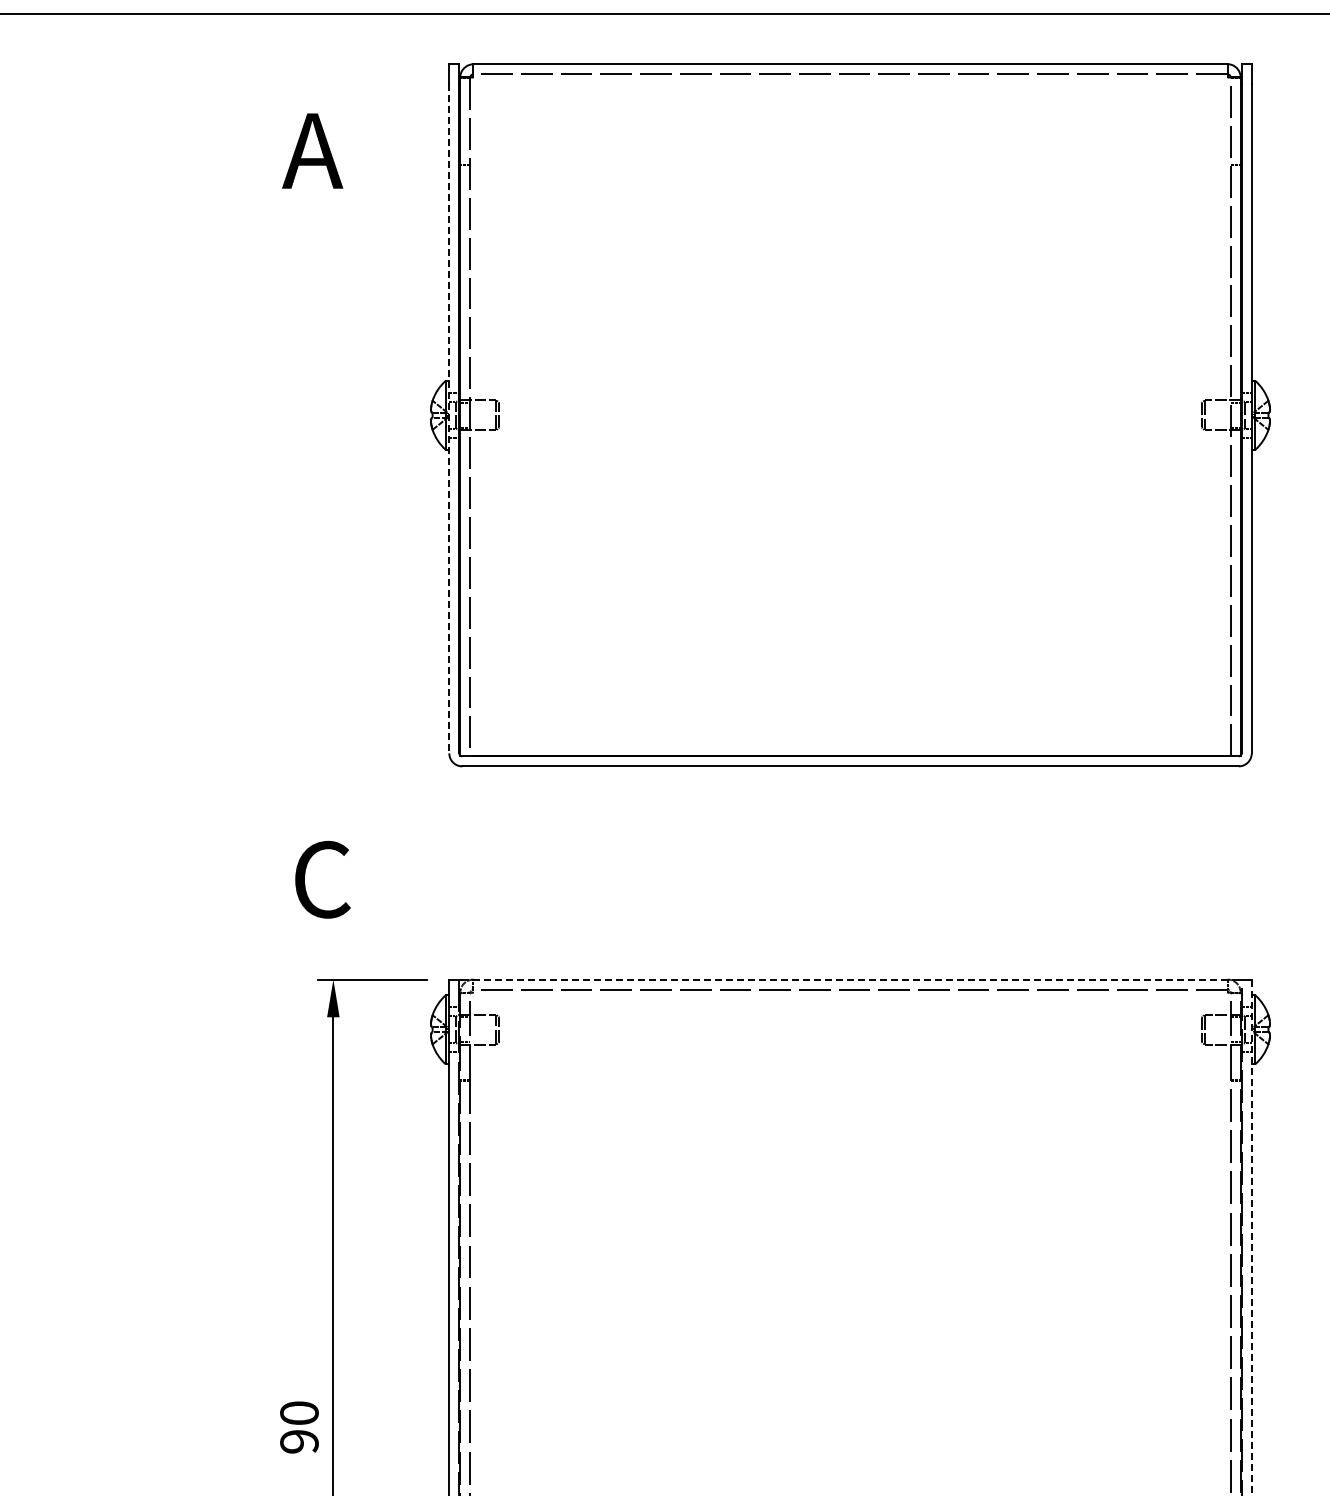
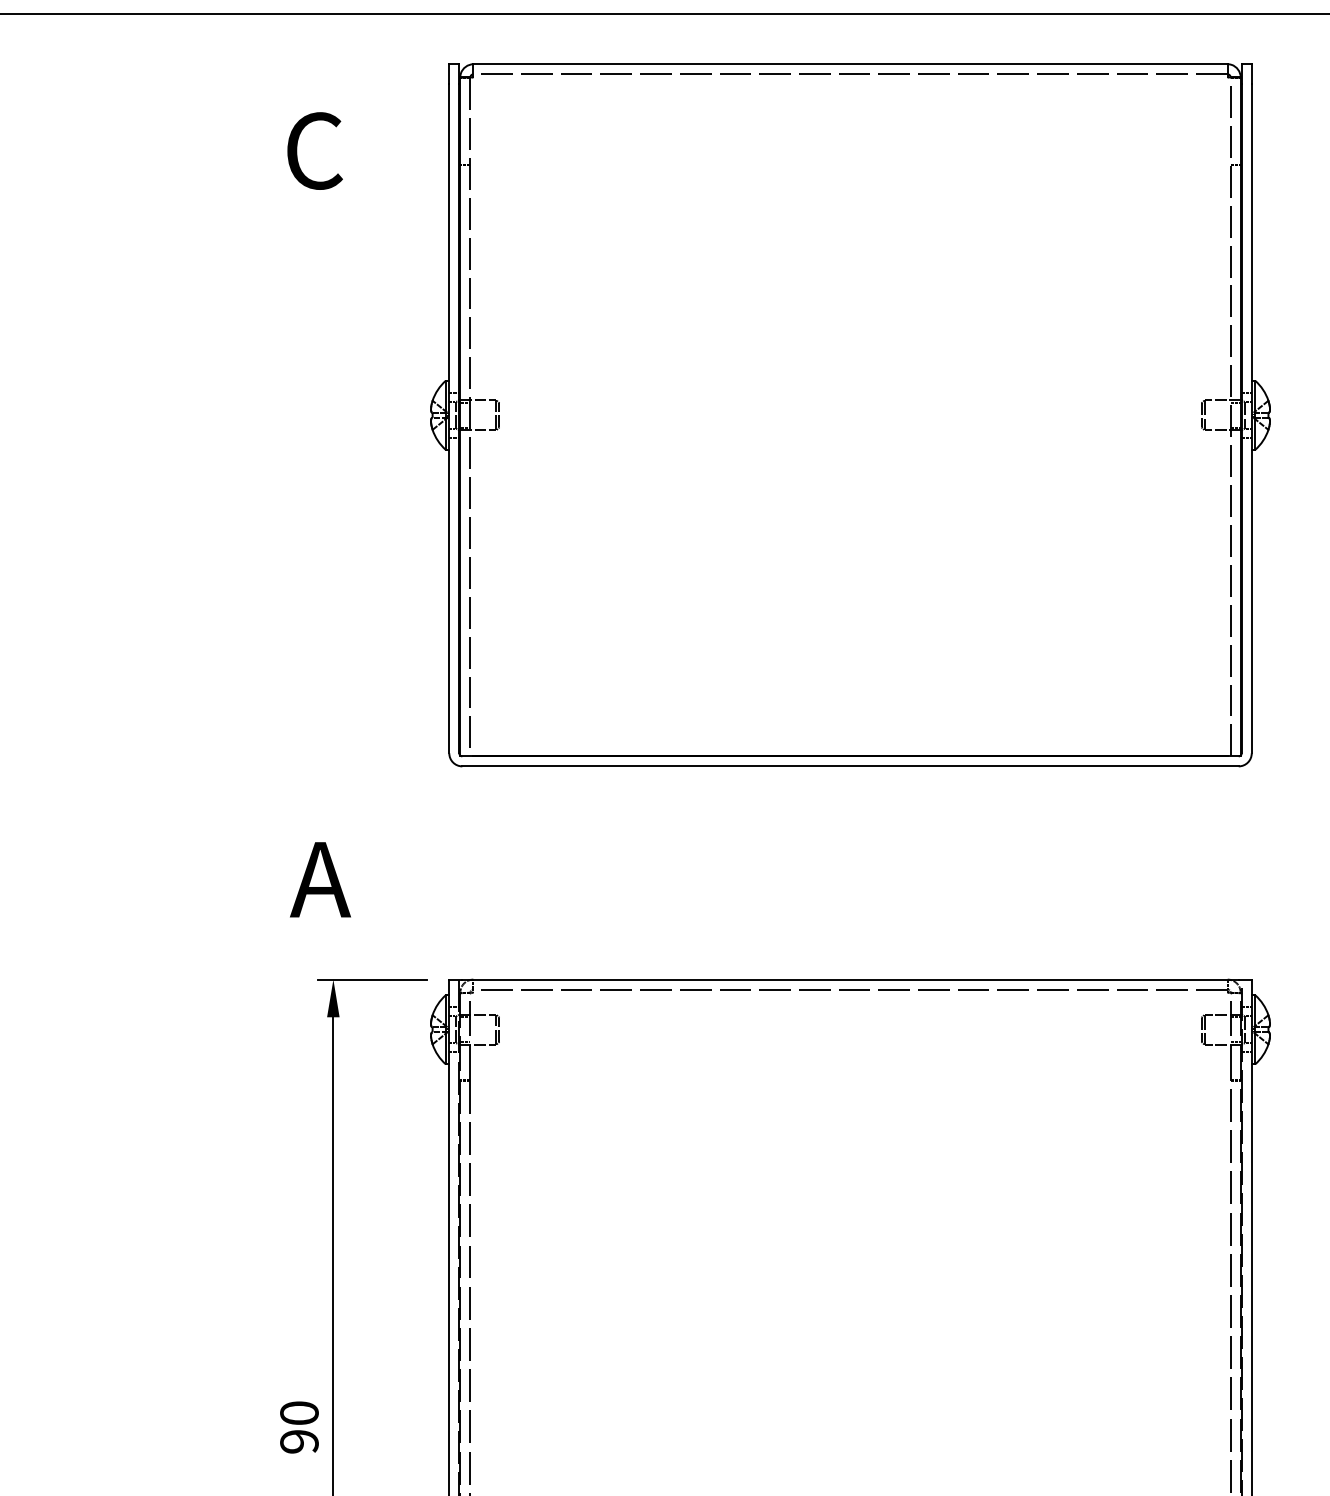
text at (312, 150): A -> C
line at (449, 418): dashed -> solid
text at (320, 879): C -> A
line at (850, 979): dashed -> solid
line at (1251, 1237): dashed -> solid
